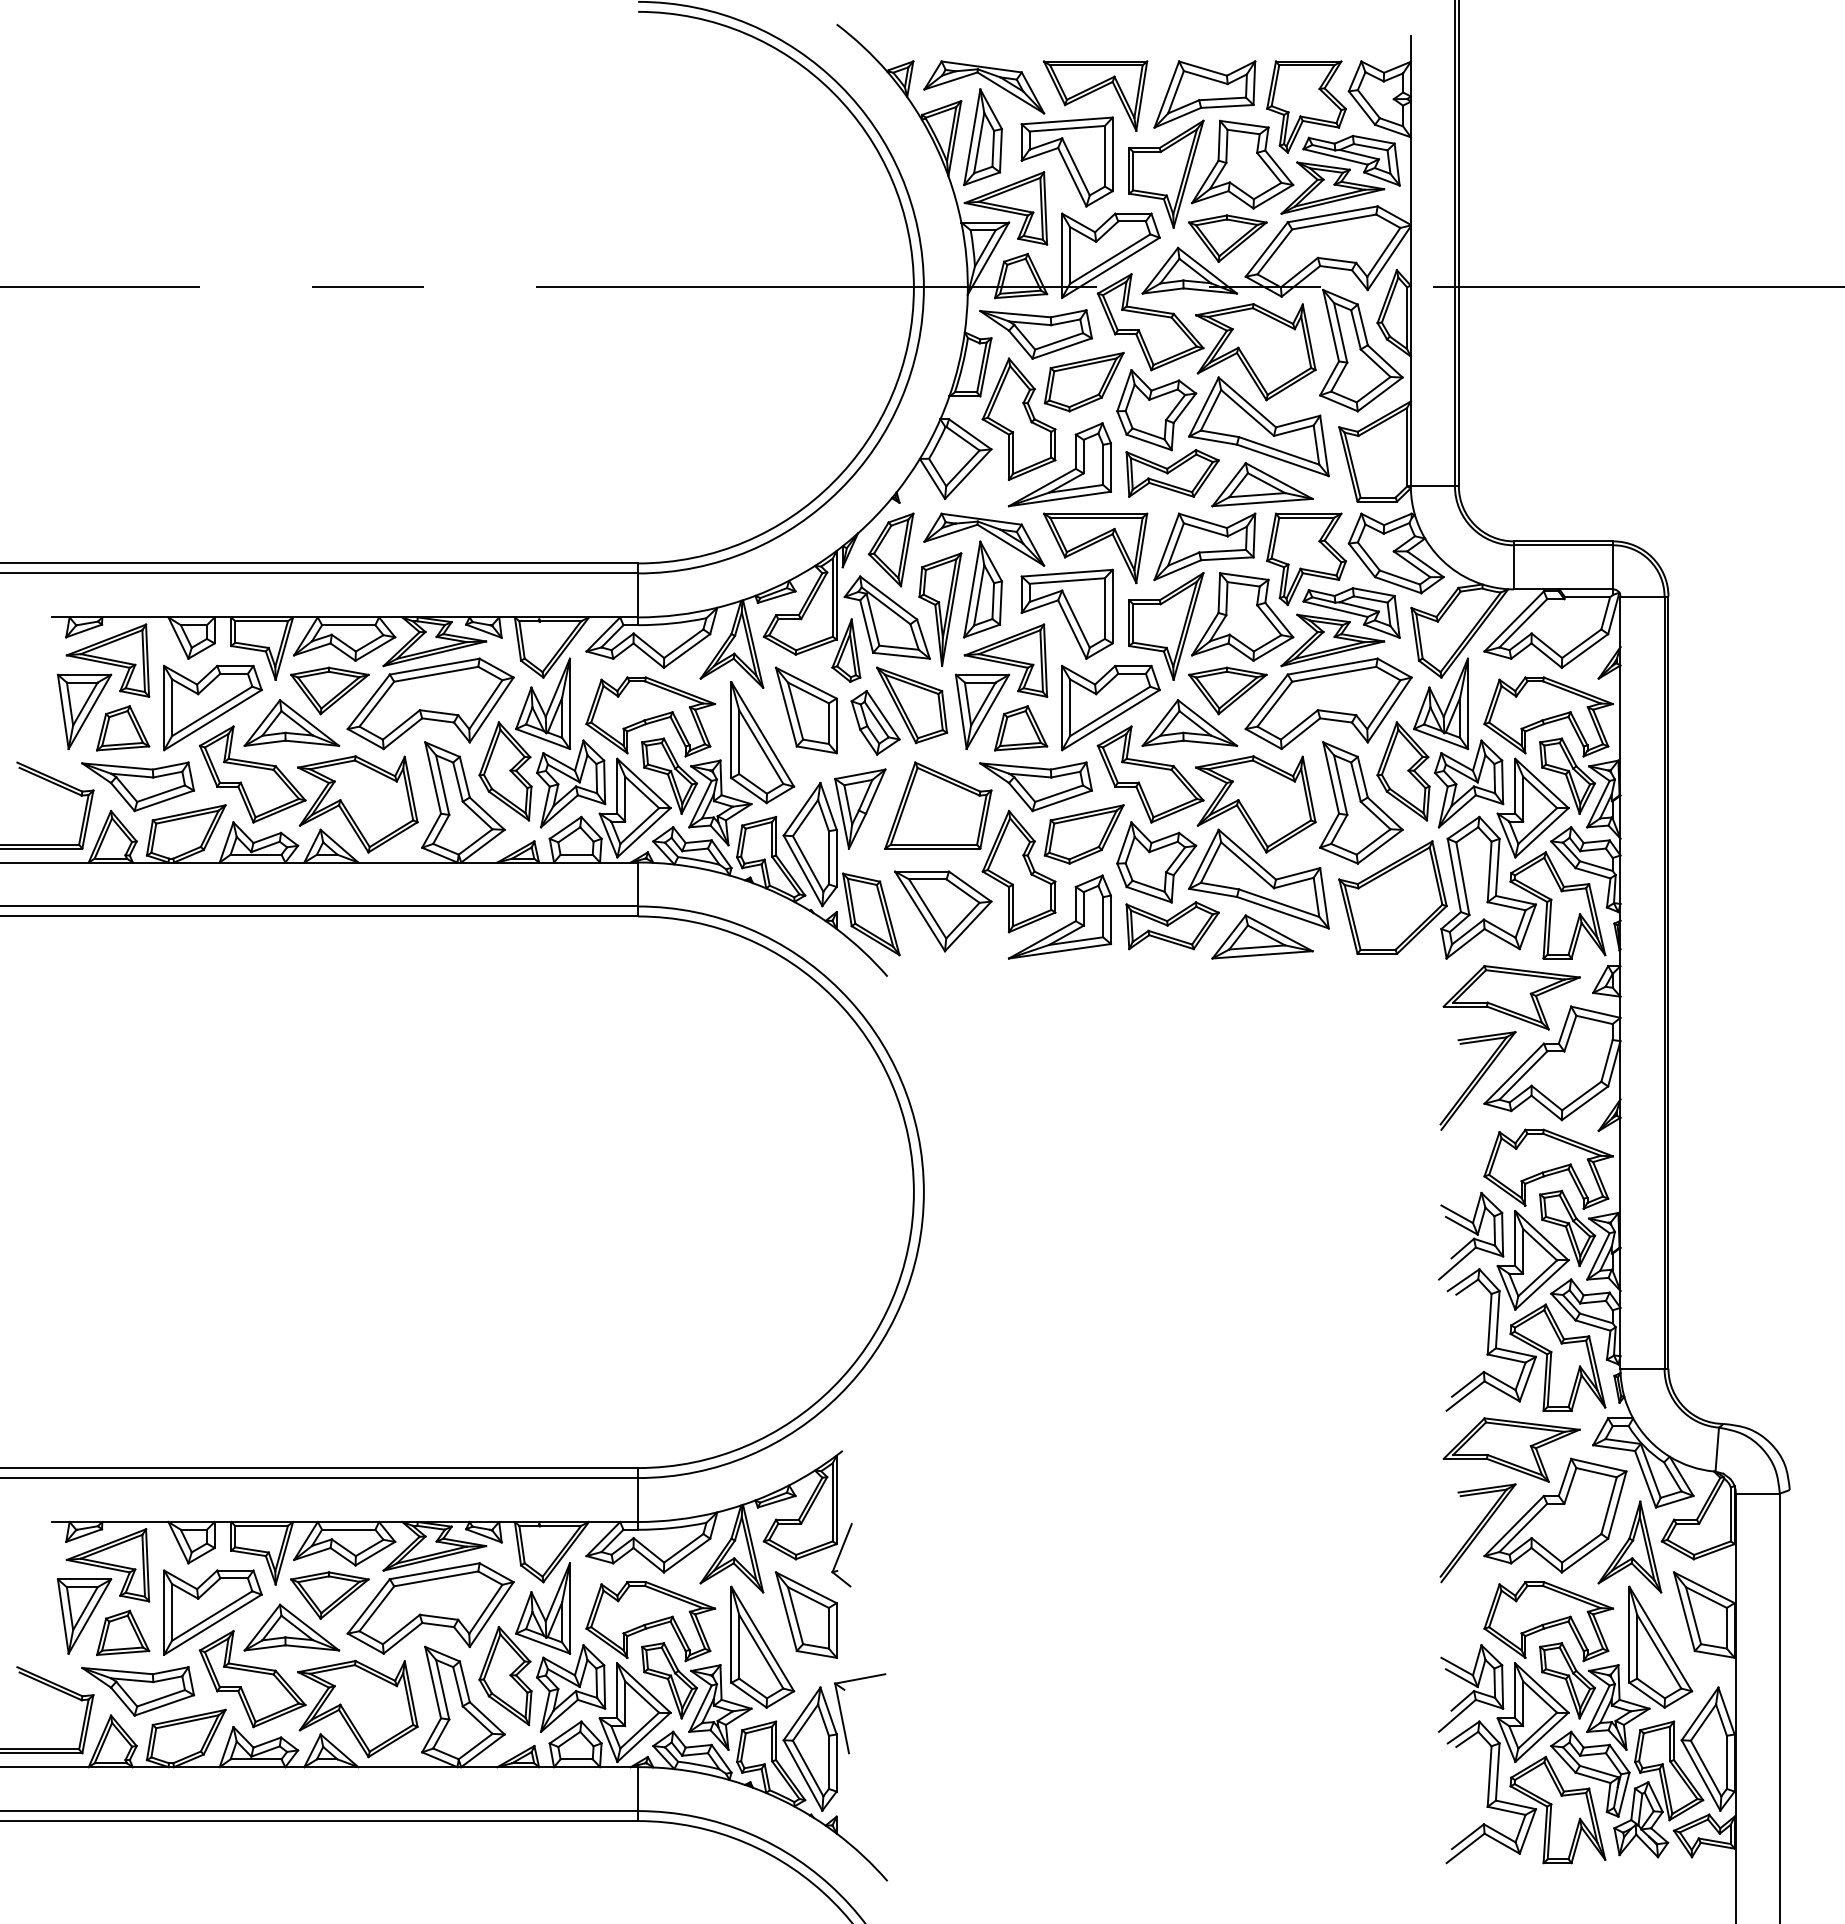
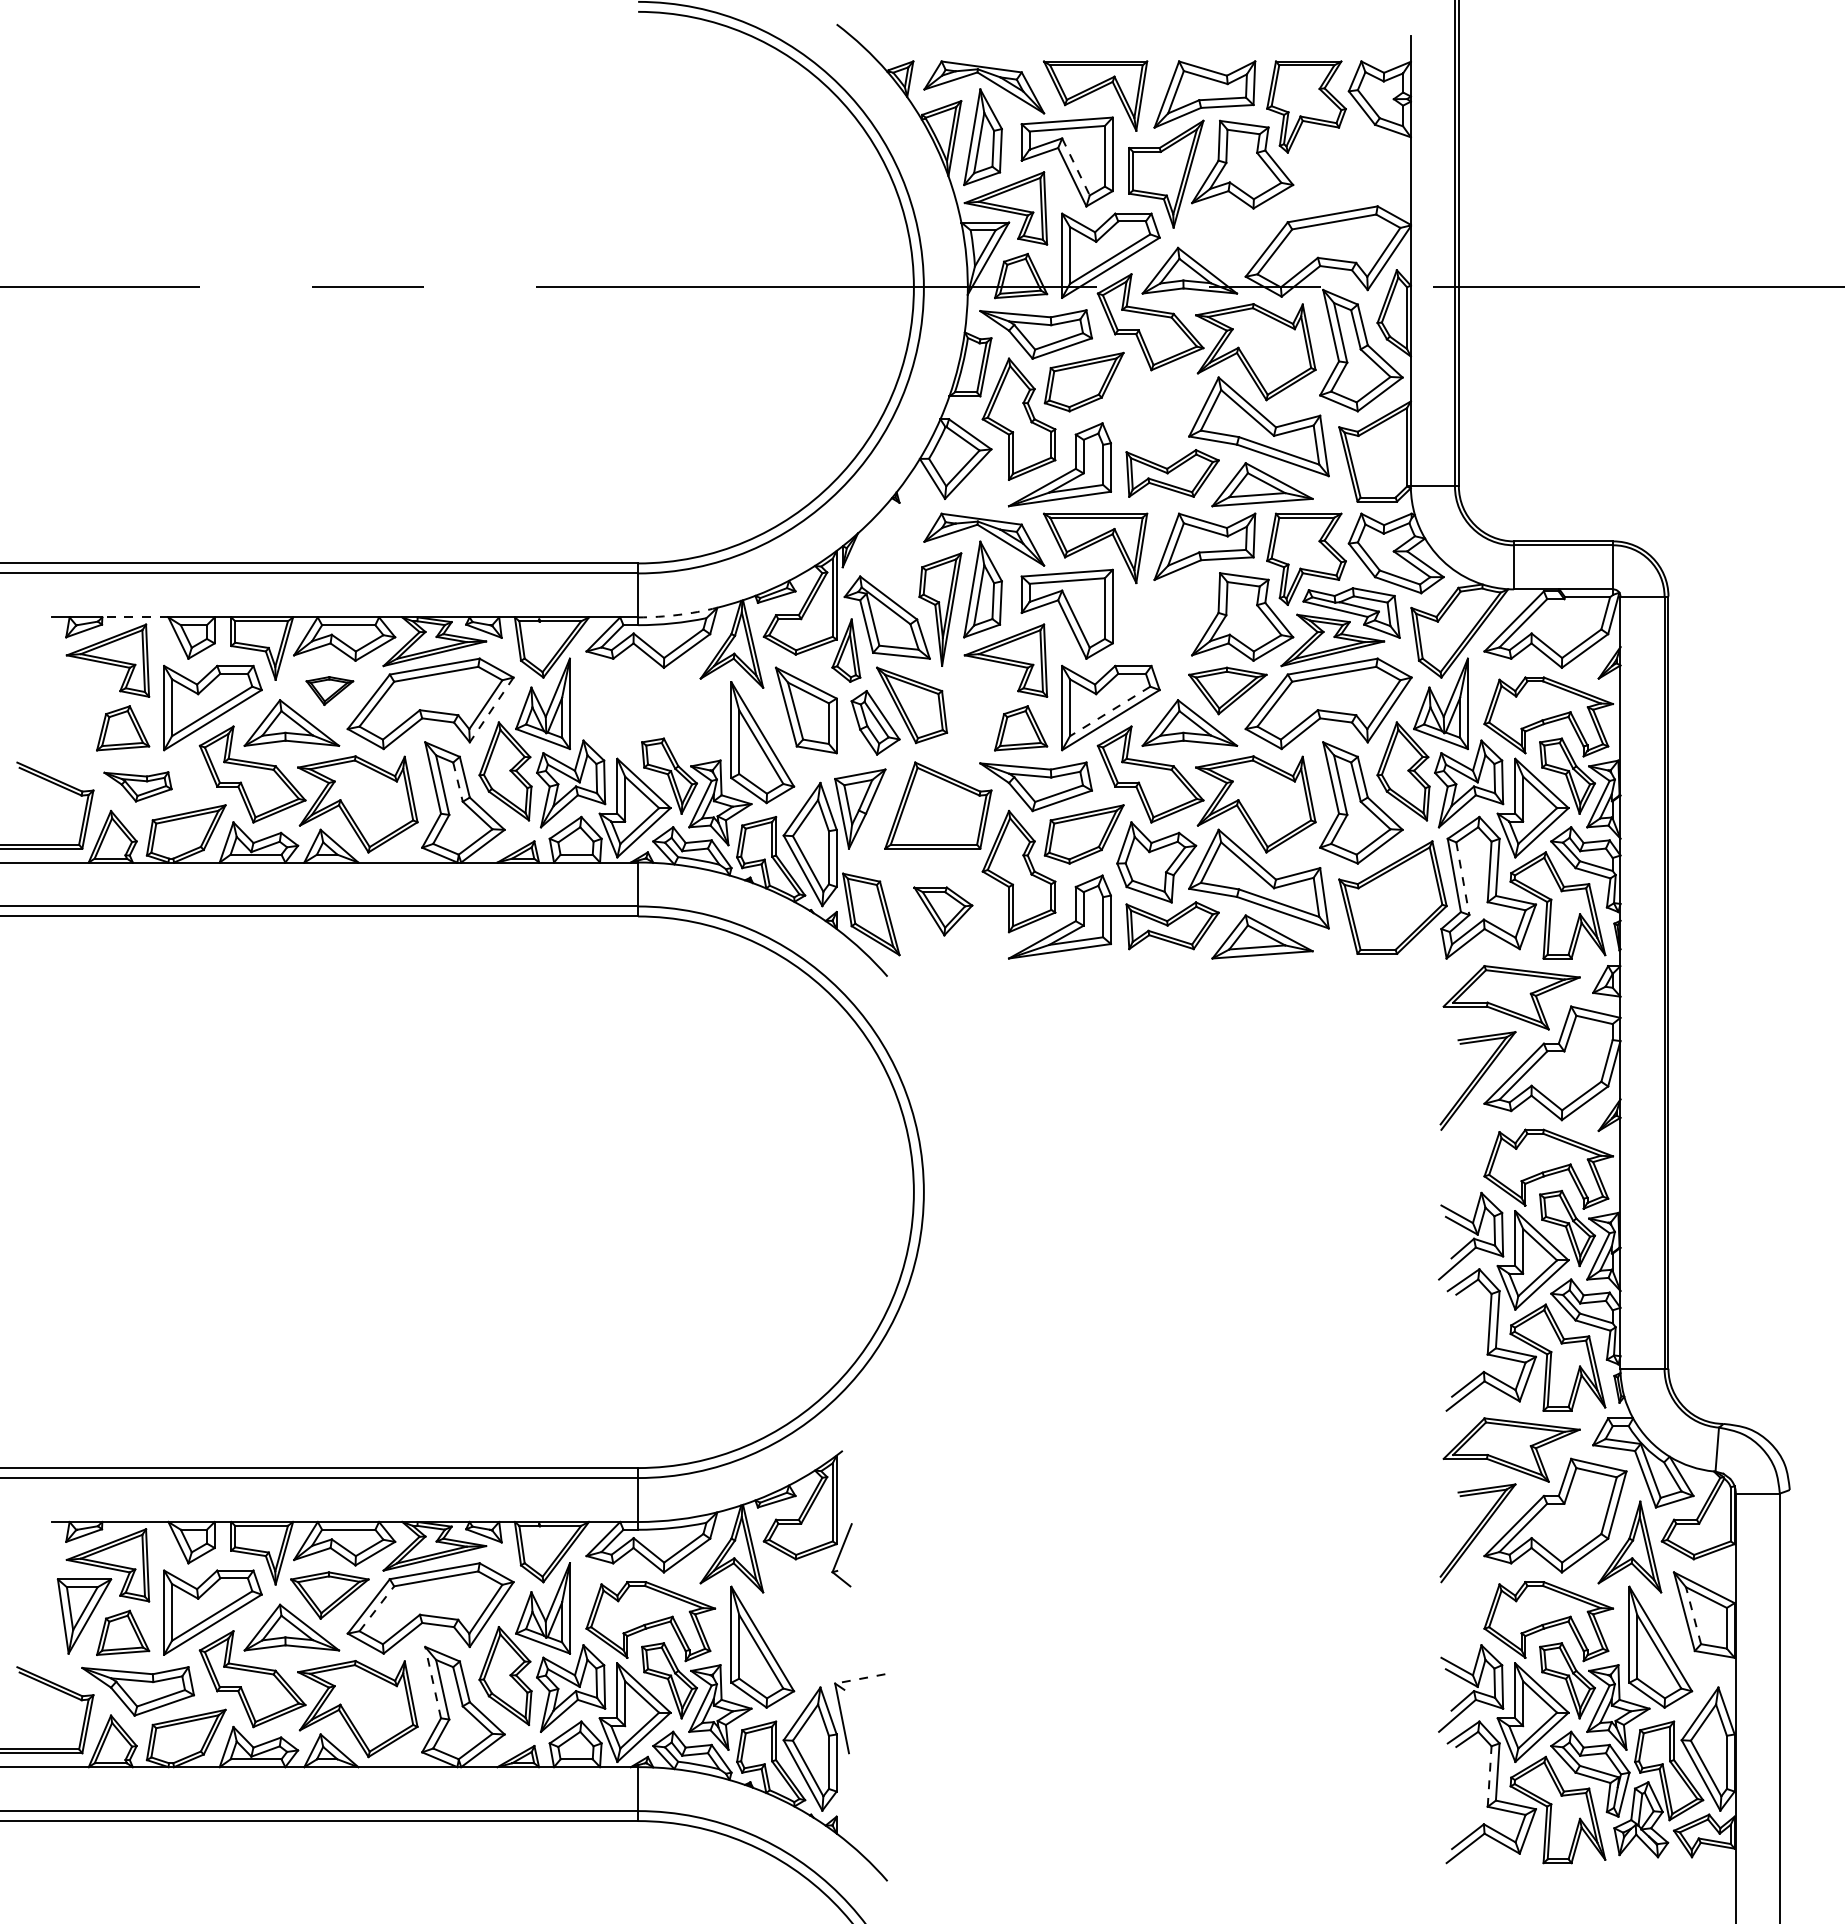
line at (1075, 166): solid -> dashed
part at (1340, 174): present -> none
part at (1227, 238): present -> none
part at (1156, 410): present -> none
part at (891, 549): present -> none
arc at (678, 614): solid -> dashed
line at (134, 617): solid -> dashed
part at (1166, 626): present -> none
part at (329, 690) size: 80x50 px -> 50x30 px
line at (491, 710): solid -> dashed
part at (84, 711): present -> none
part at (982, 711): present -> none
line at (1109, 711): solid -> dashed
part at (650, 716): present -> none
line at (458, 782): solid -> dashed
part at (137, 786) size: 114x52 px -> 70x32 px
line at (1462, 878): solid -> dashed
part at (943, 911) size: 99x83 px -> 61x51 px
line at (377, 1608): solid -> dashed
part at (805, 1614): present -> none
line at (1693, 1615): solid -> dashed
line at (860, 1678): solid -> dashed
line at (433, 1682): solid -> dashed
line at (1489, 1776): solid -> dashed
